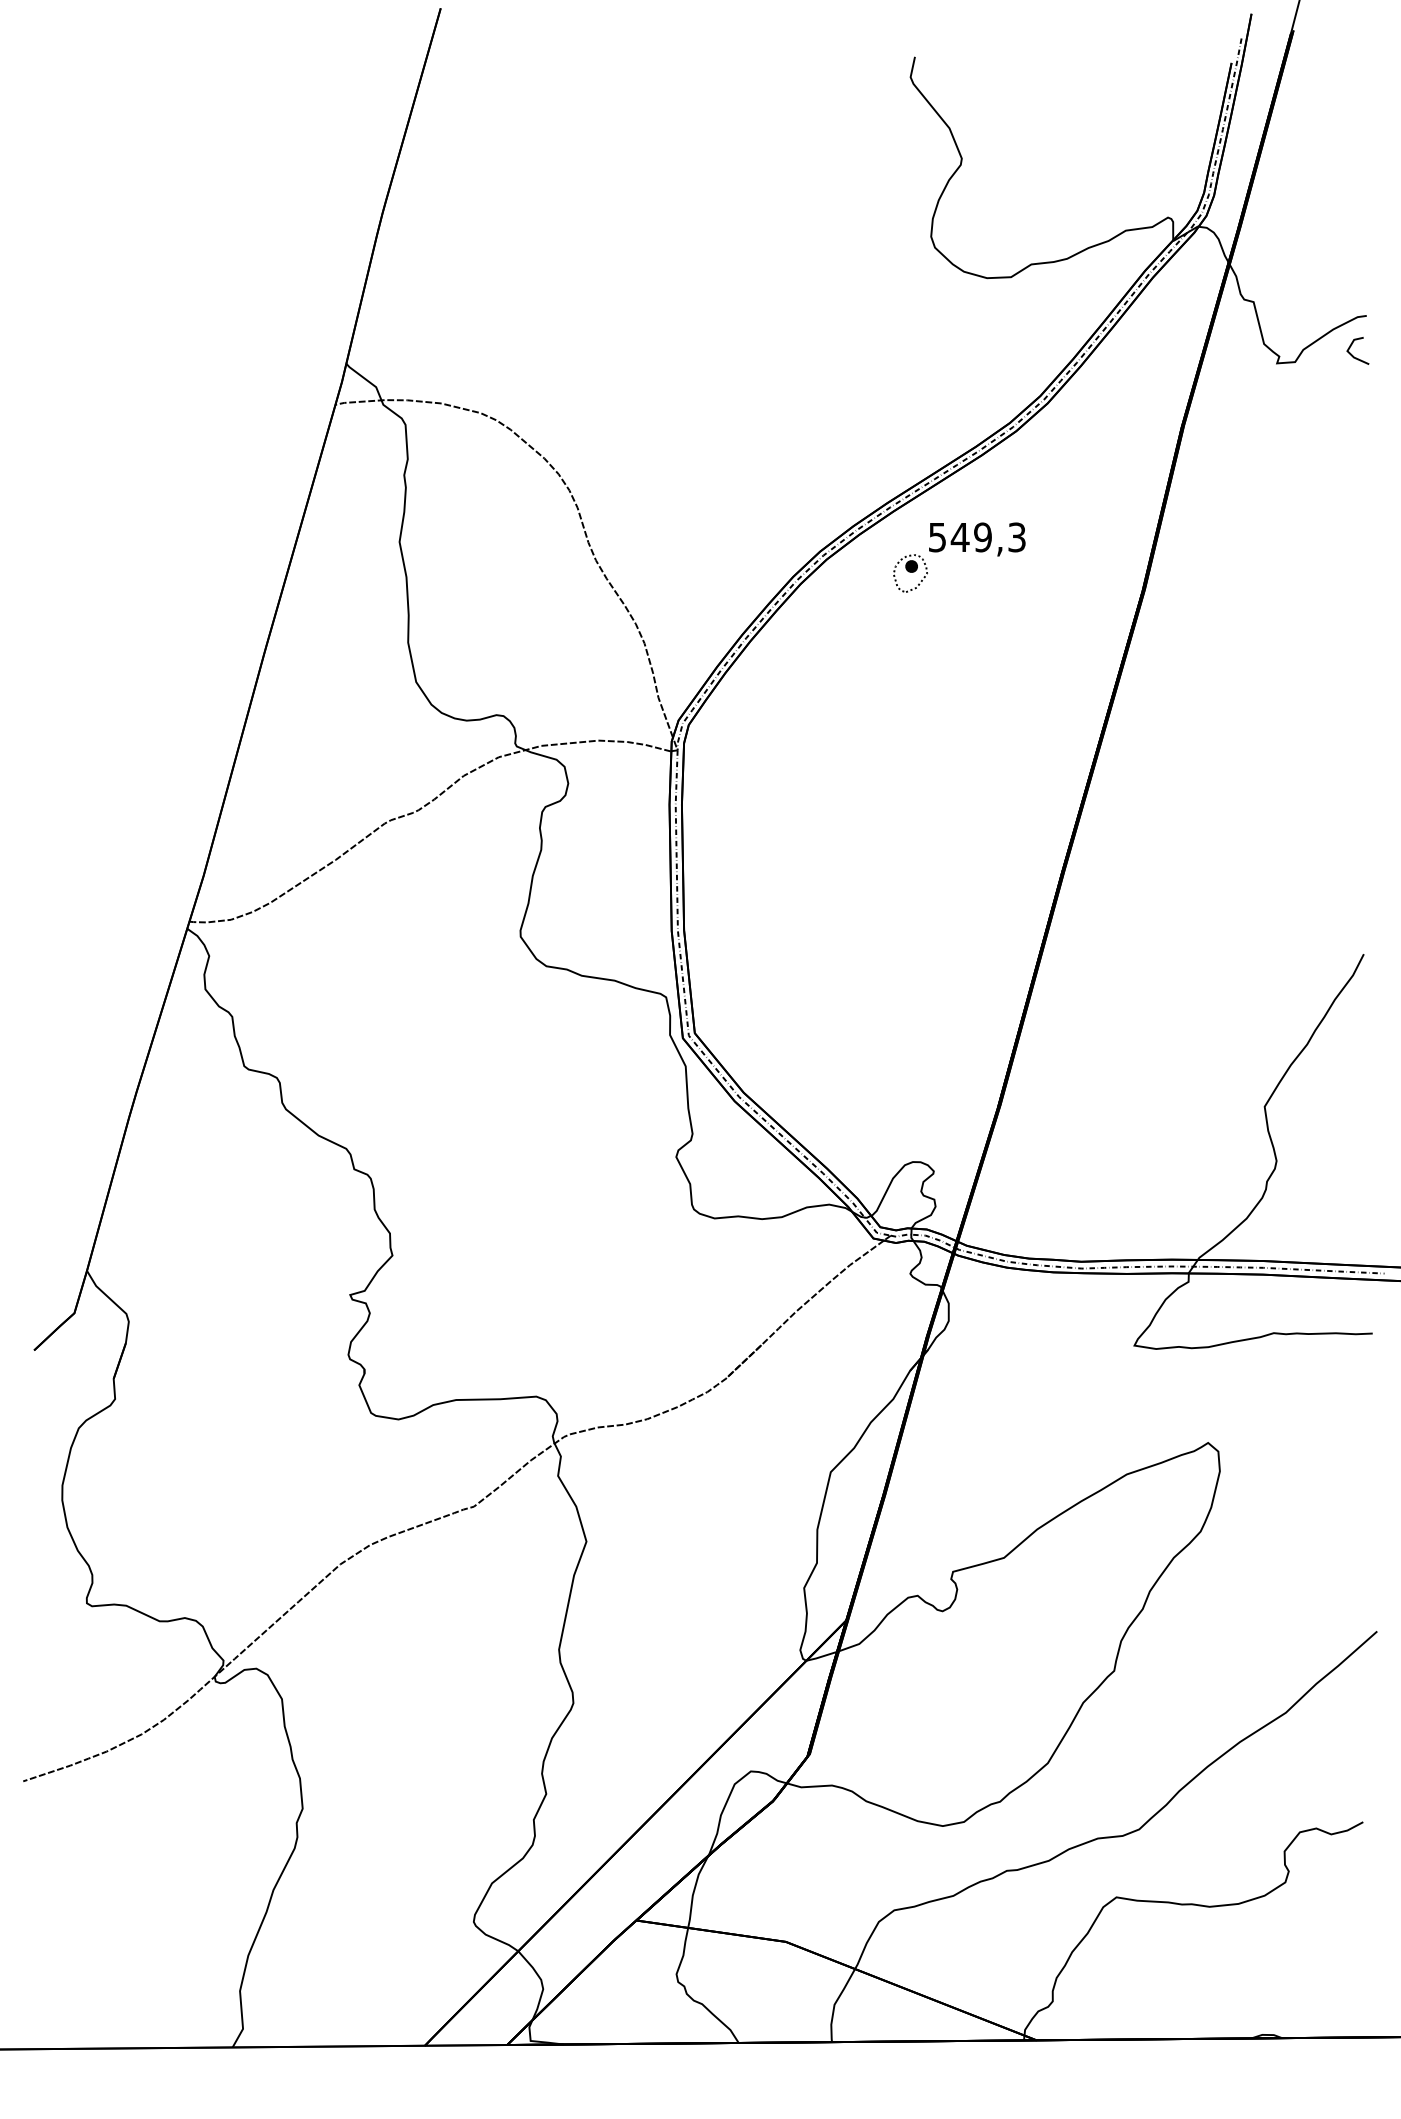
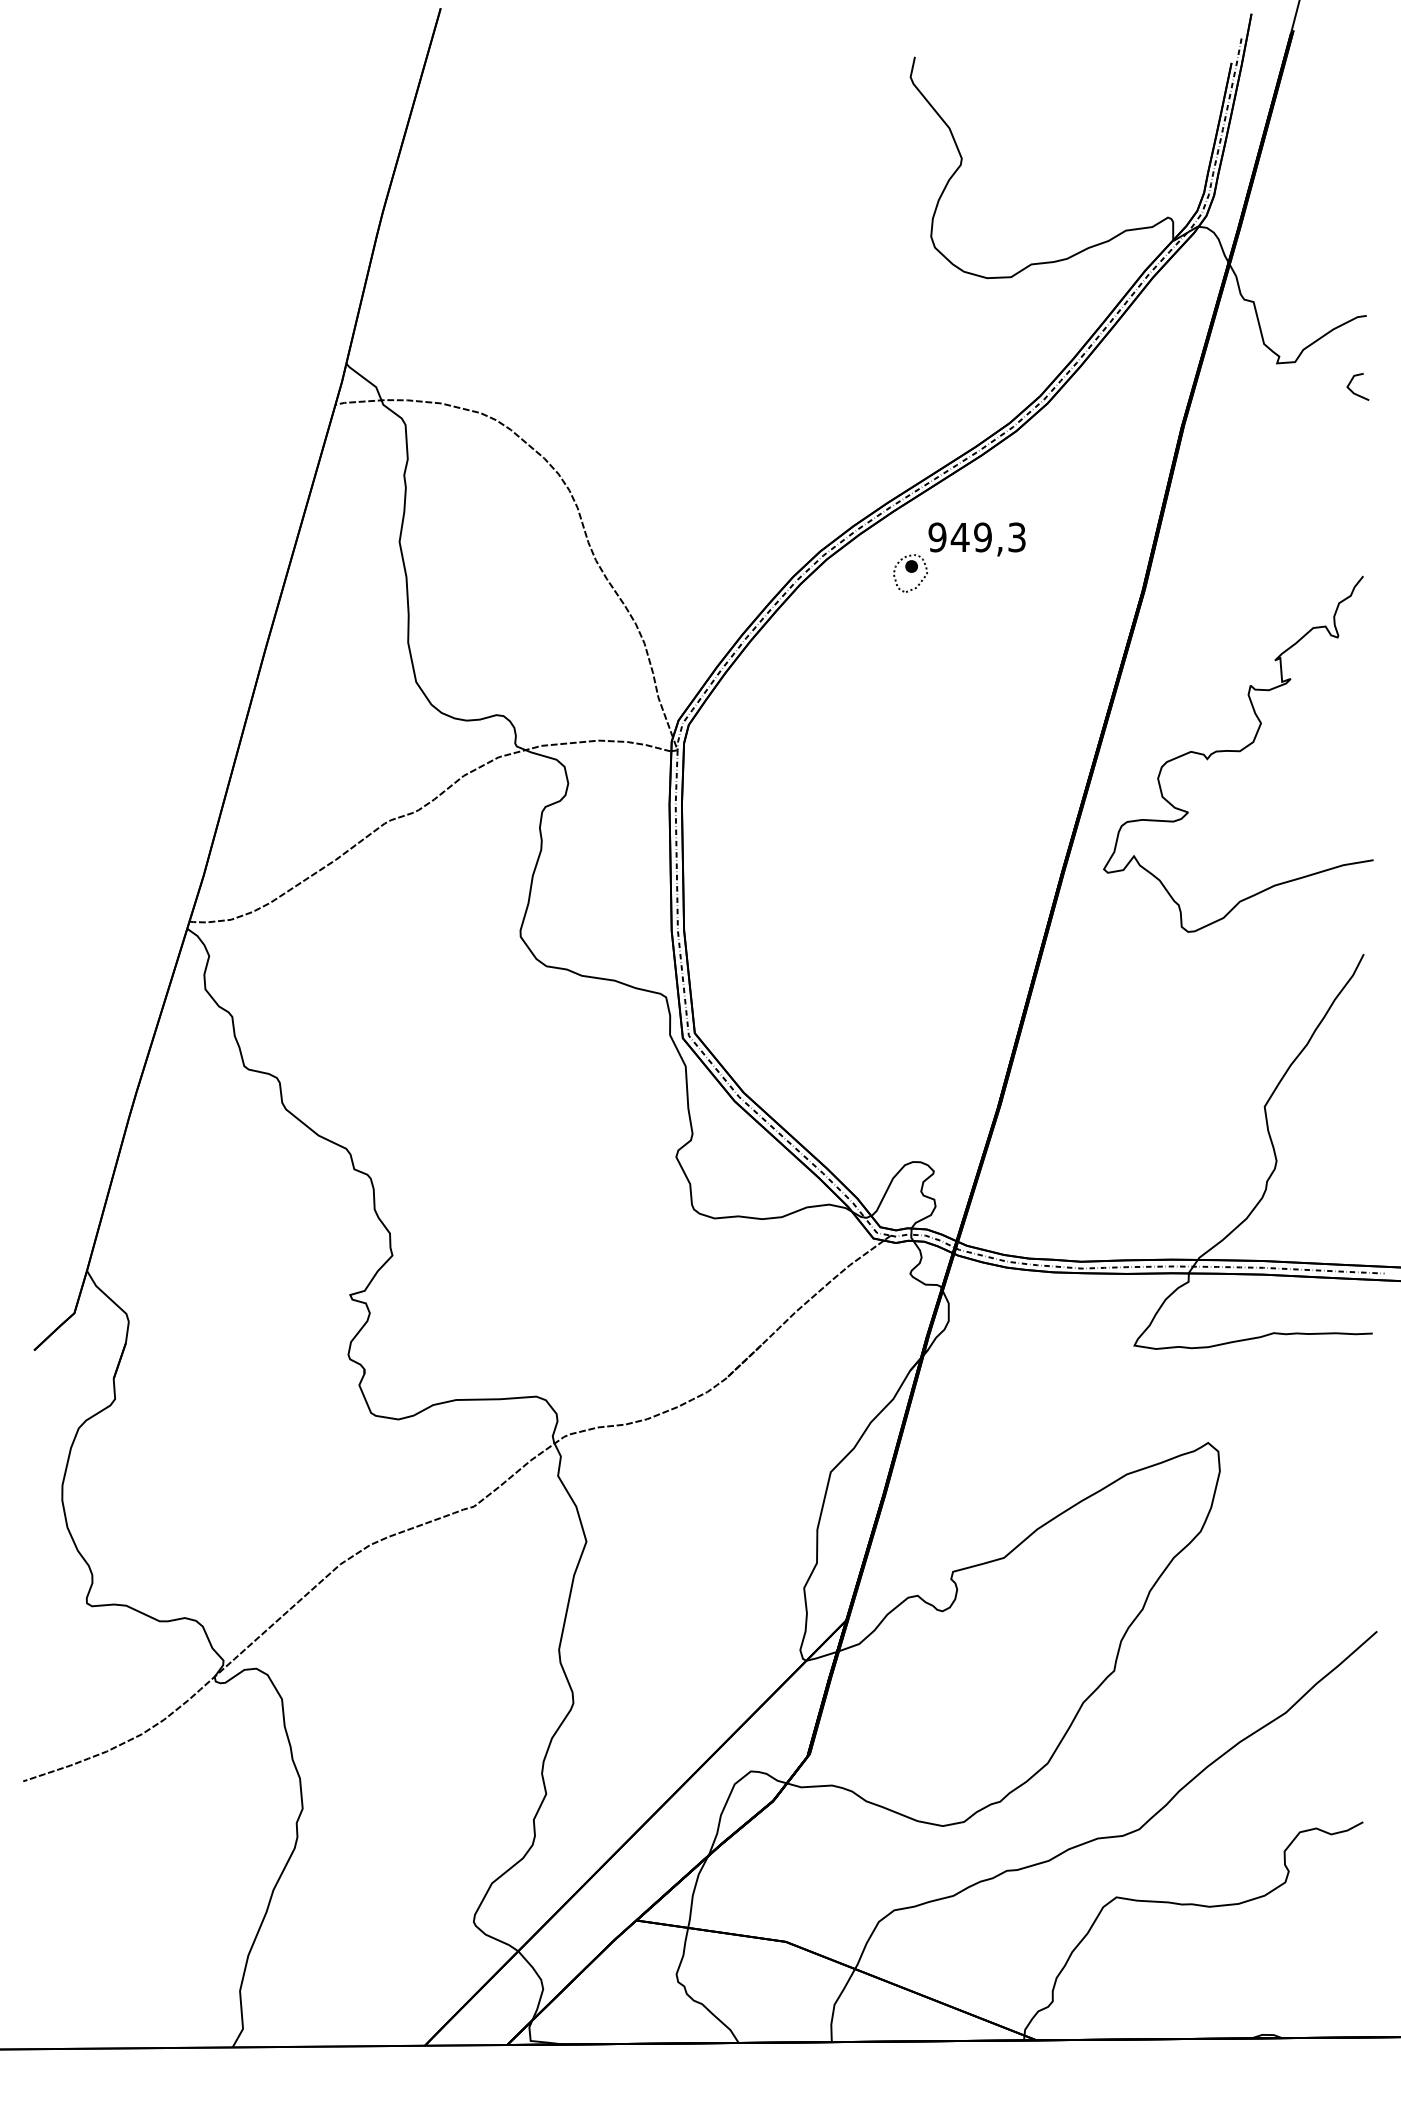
line at (1352, 354) position: (1352, 354) -> (1352, 390)
text at (937, 537): 549,3 -> 949,3
curve at (1238, 752): none -> present
